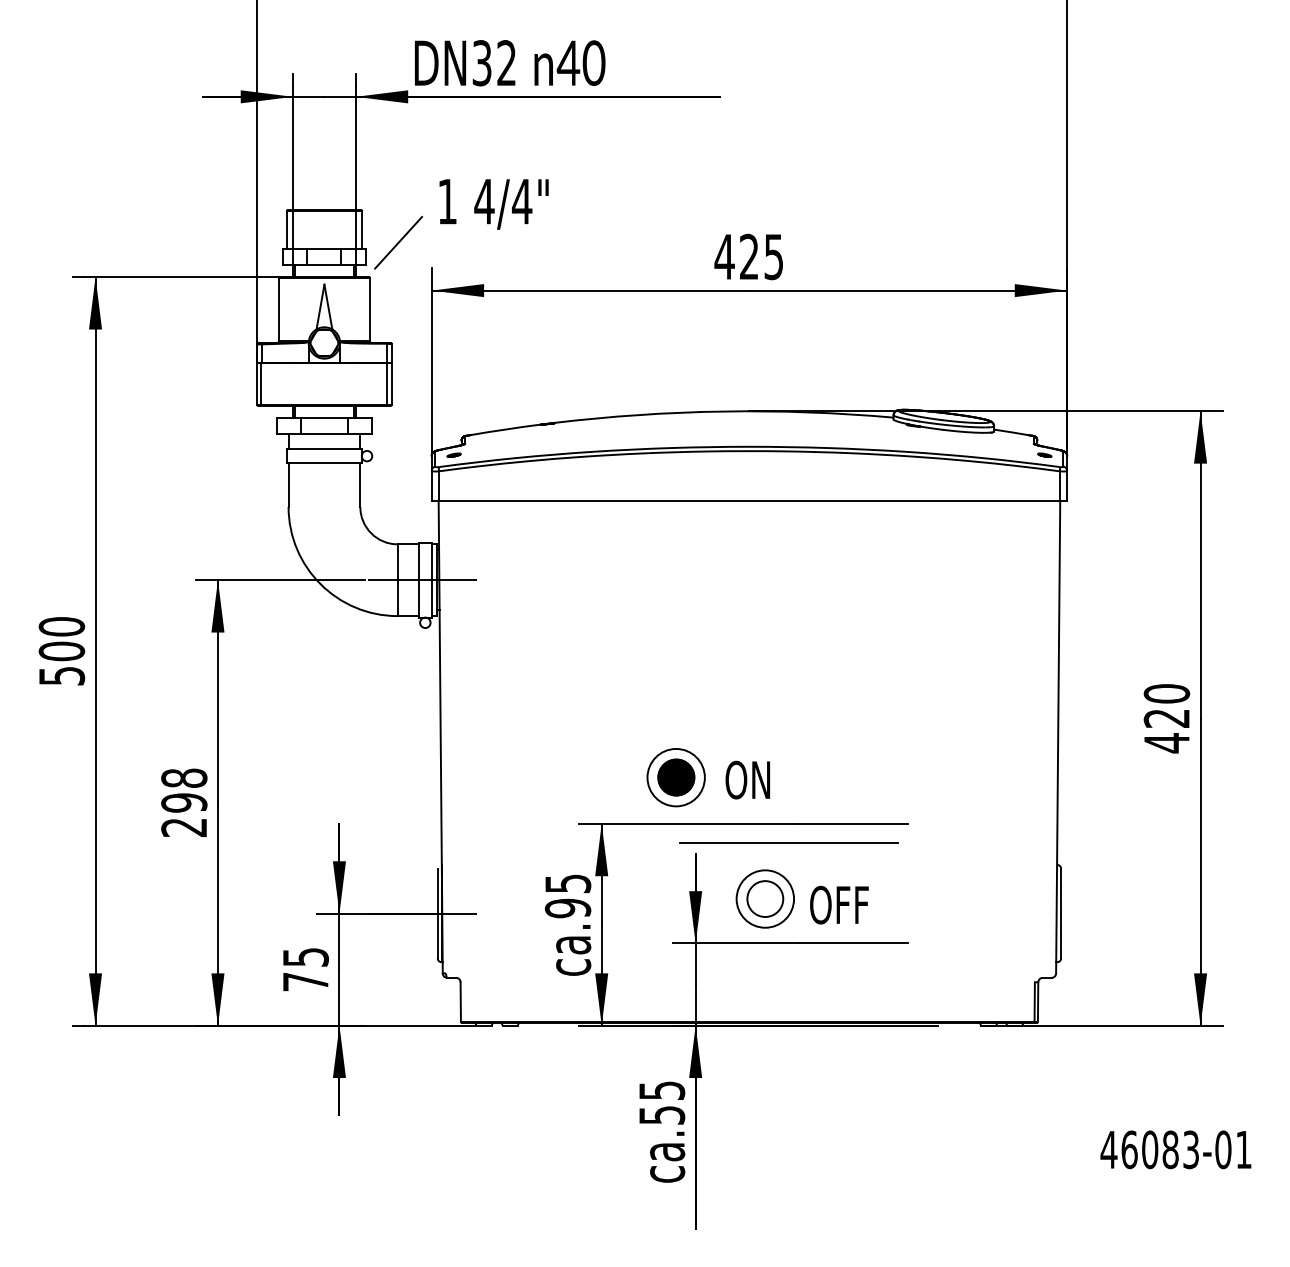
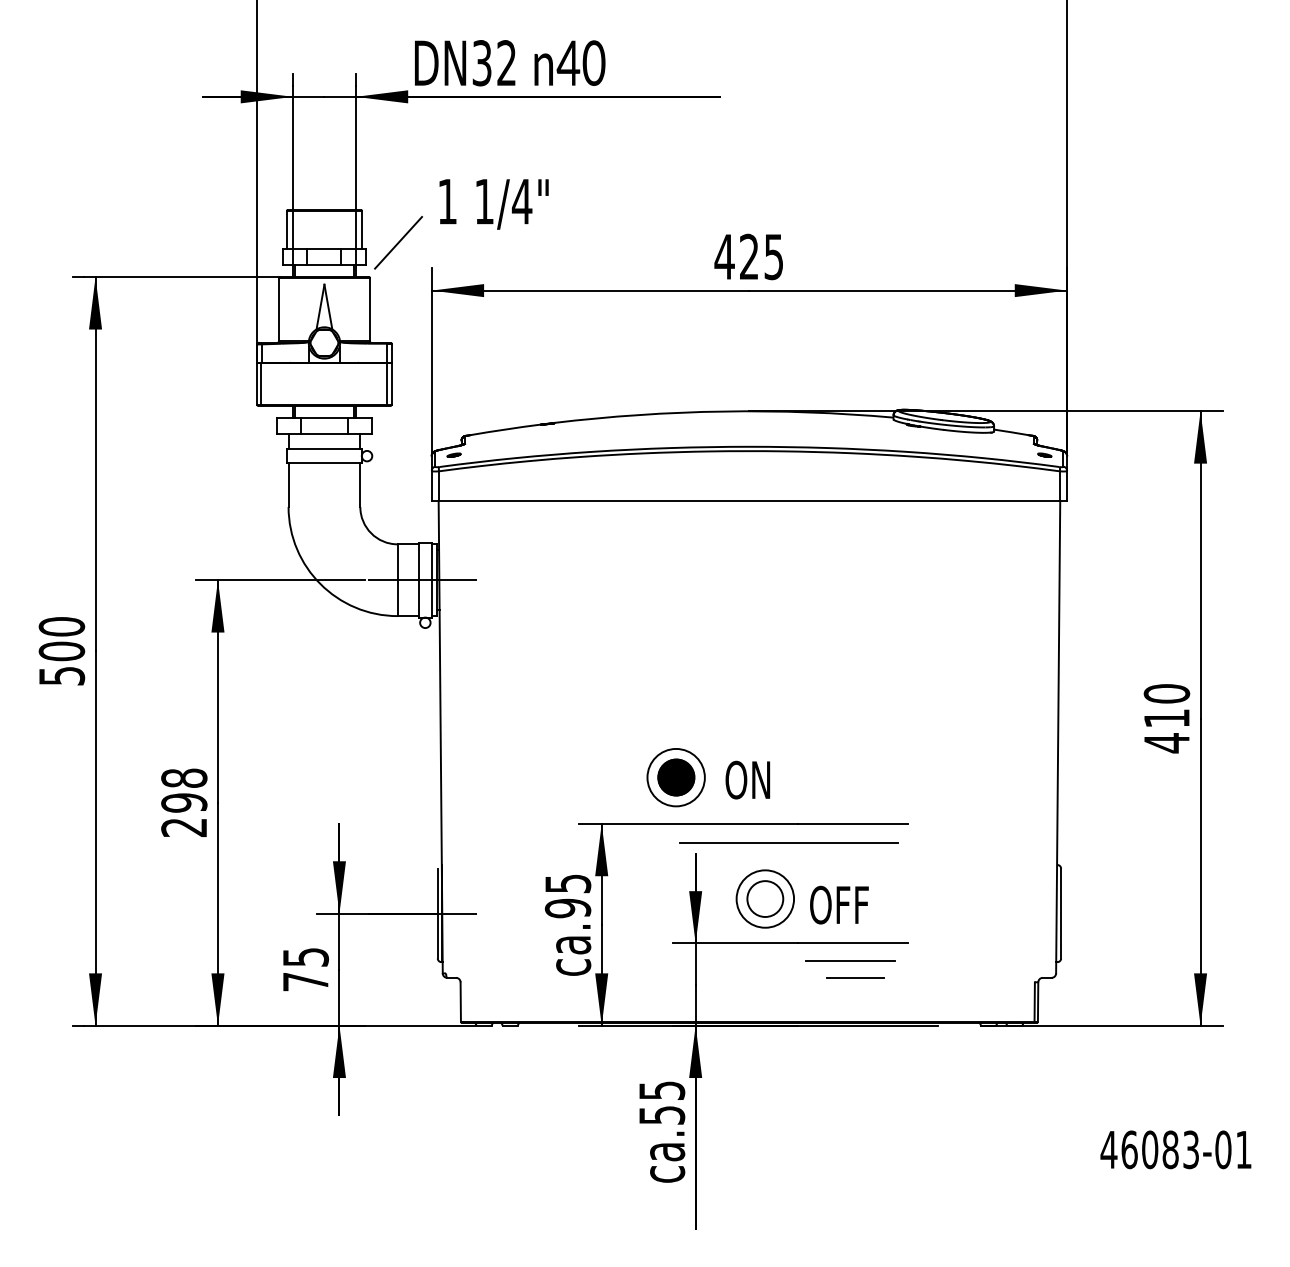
text at (484, 201): 4/4" -> 1/4"
text at (1166, 718): 420 -> 410
line at (850, 960): none -> present
line at (855, 977): none -> present
